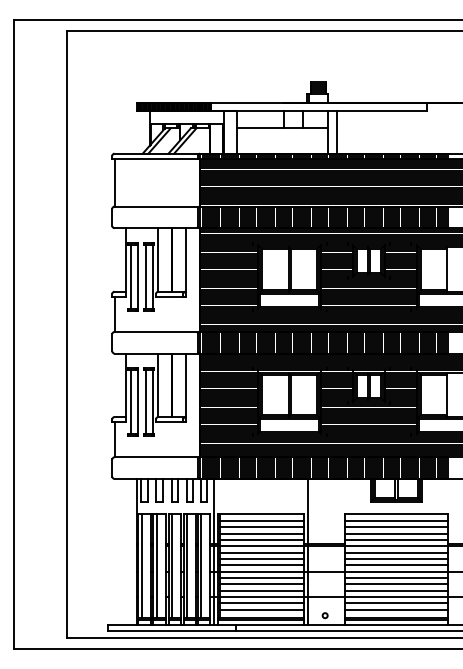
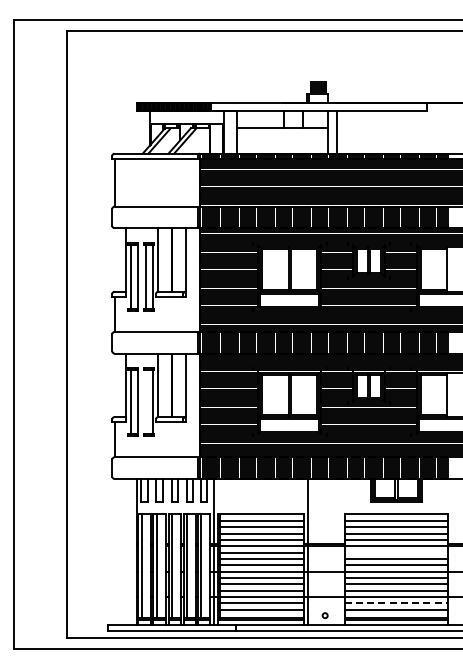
line at (146, 402): present -> none
line at (396, 552): present -> none
line at (396, 603): solid -> dashed
